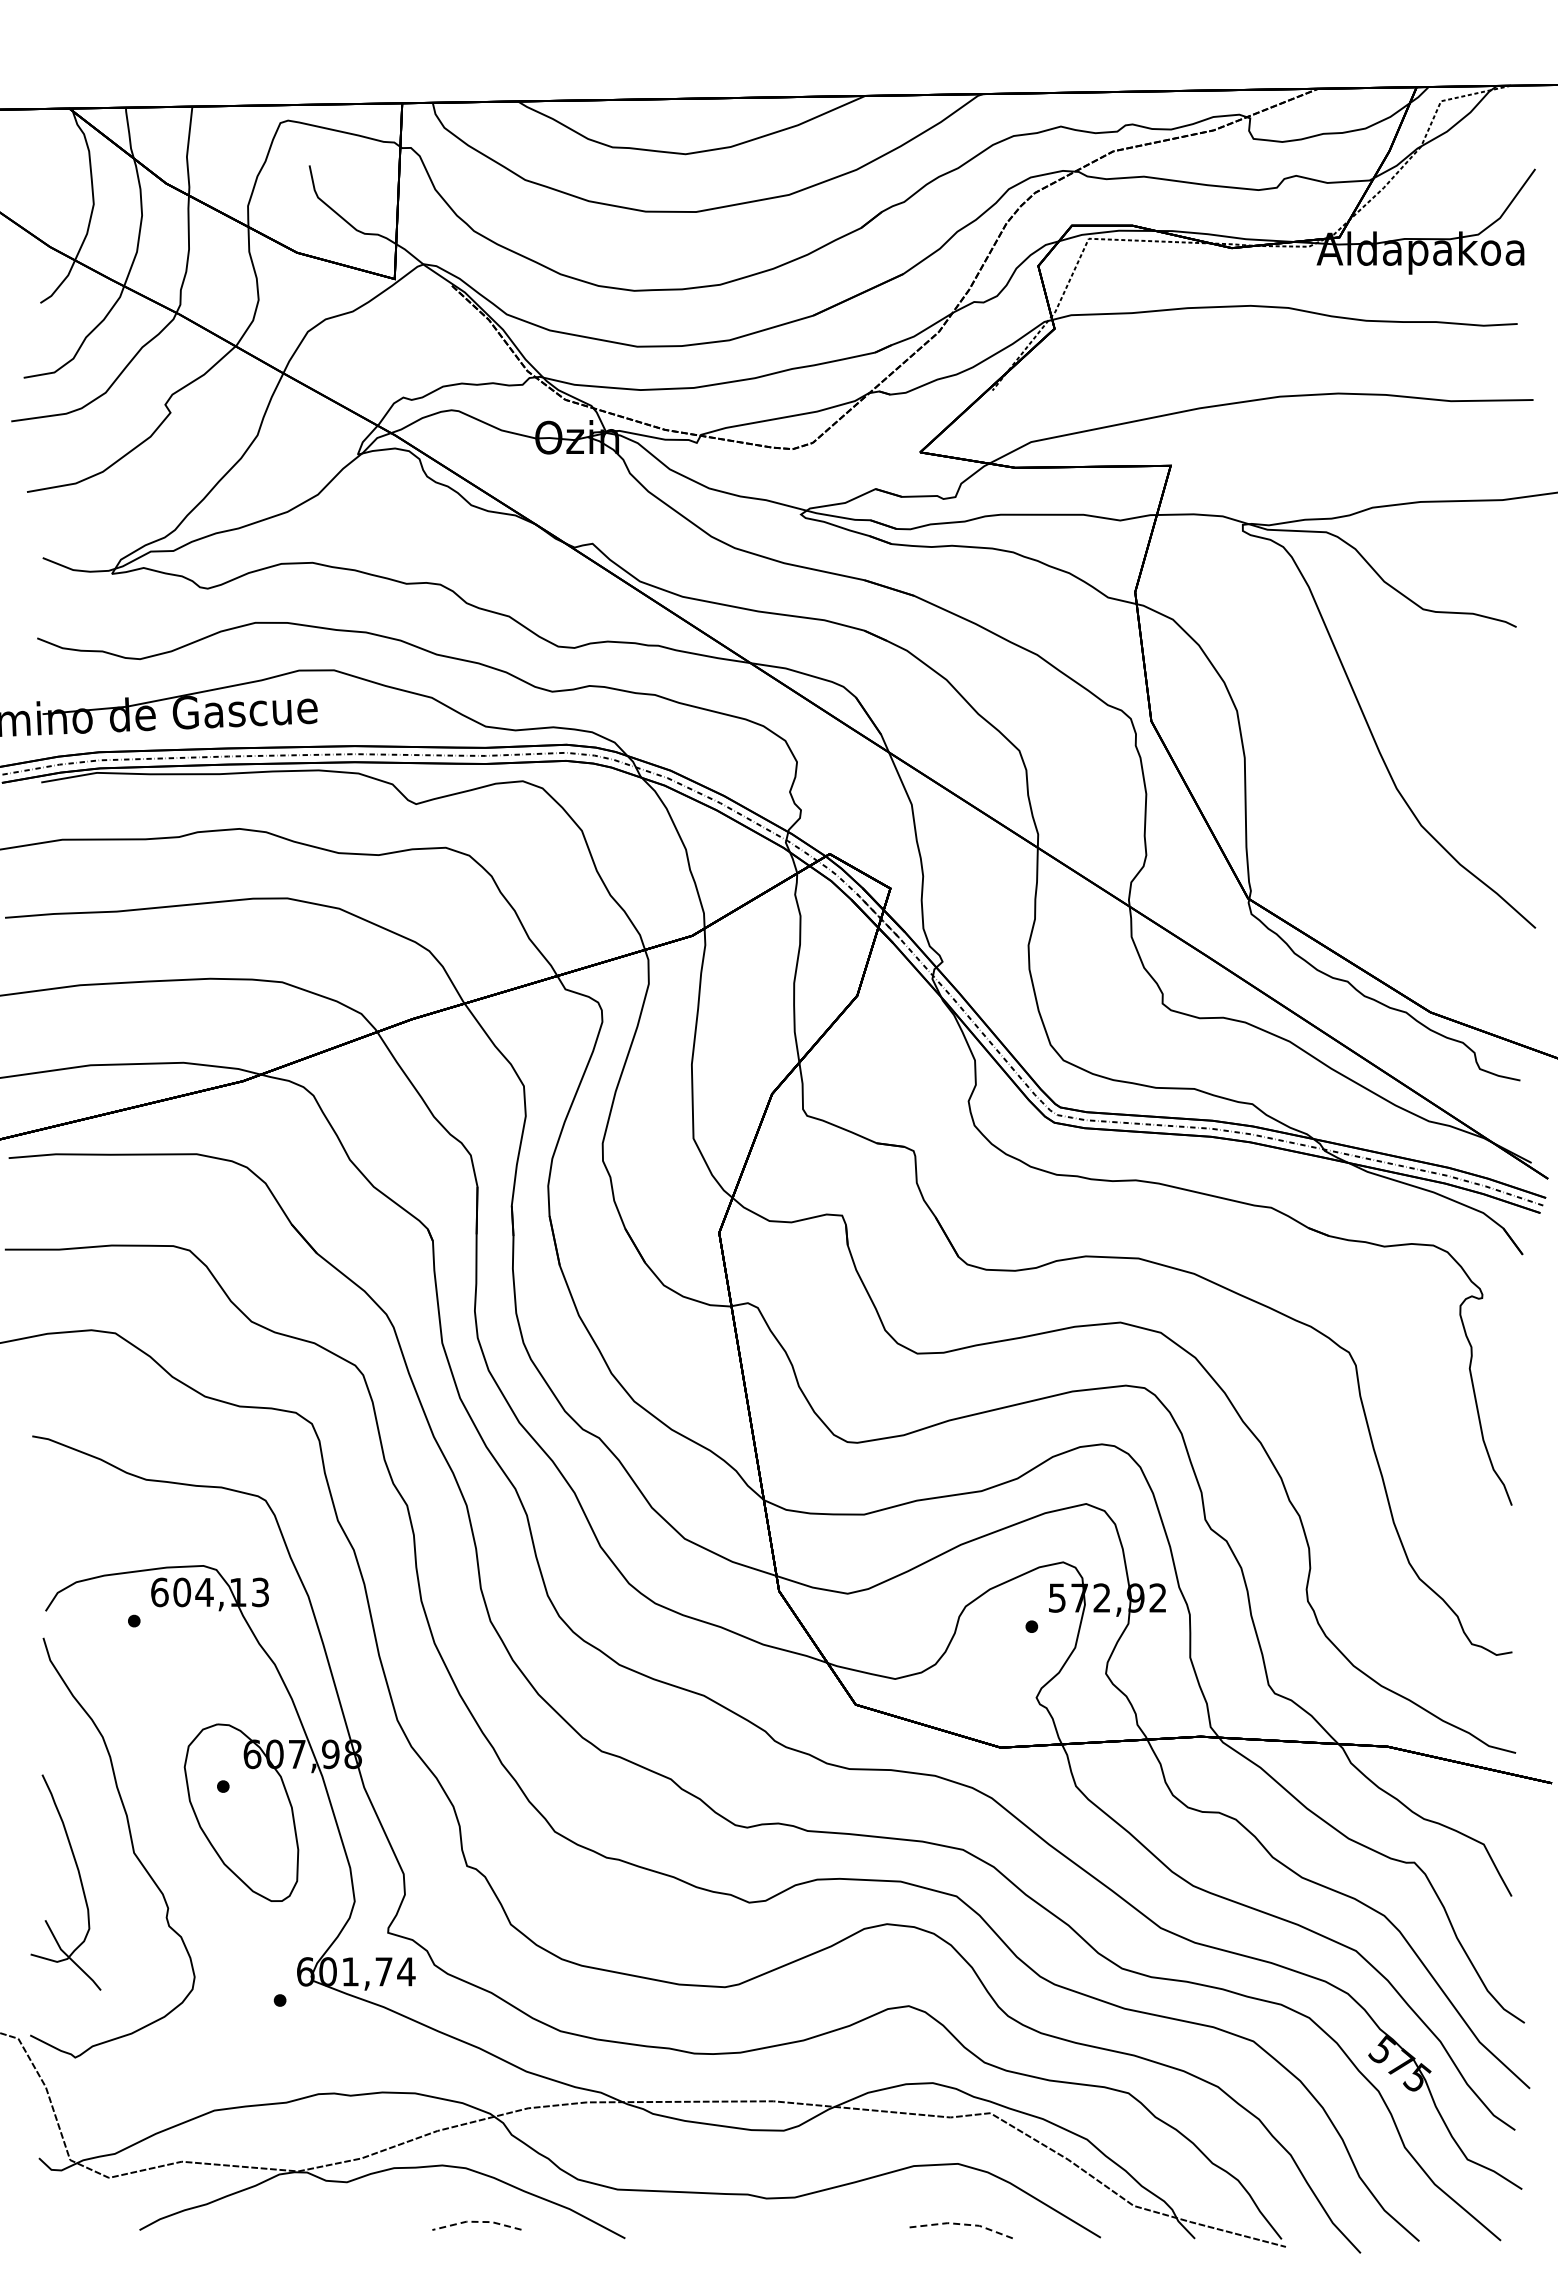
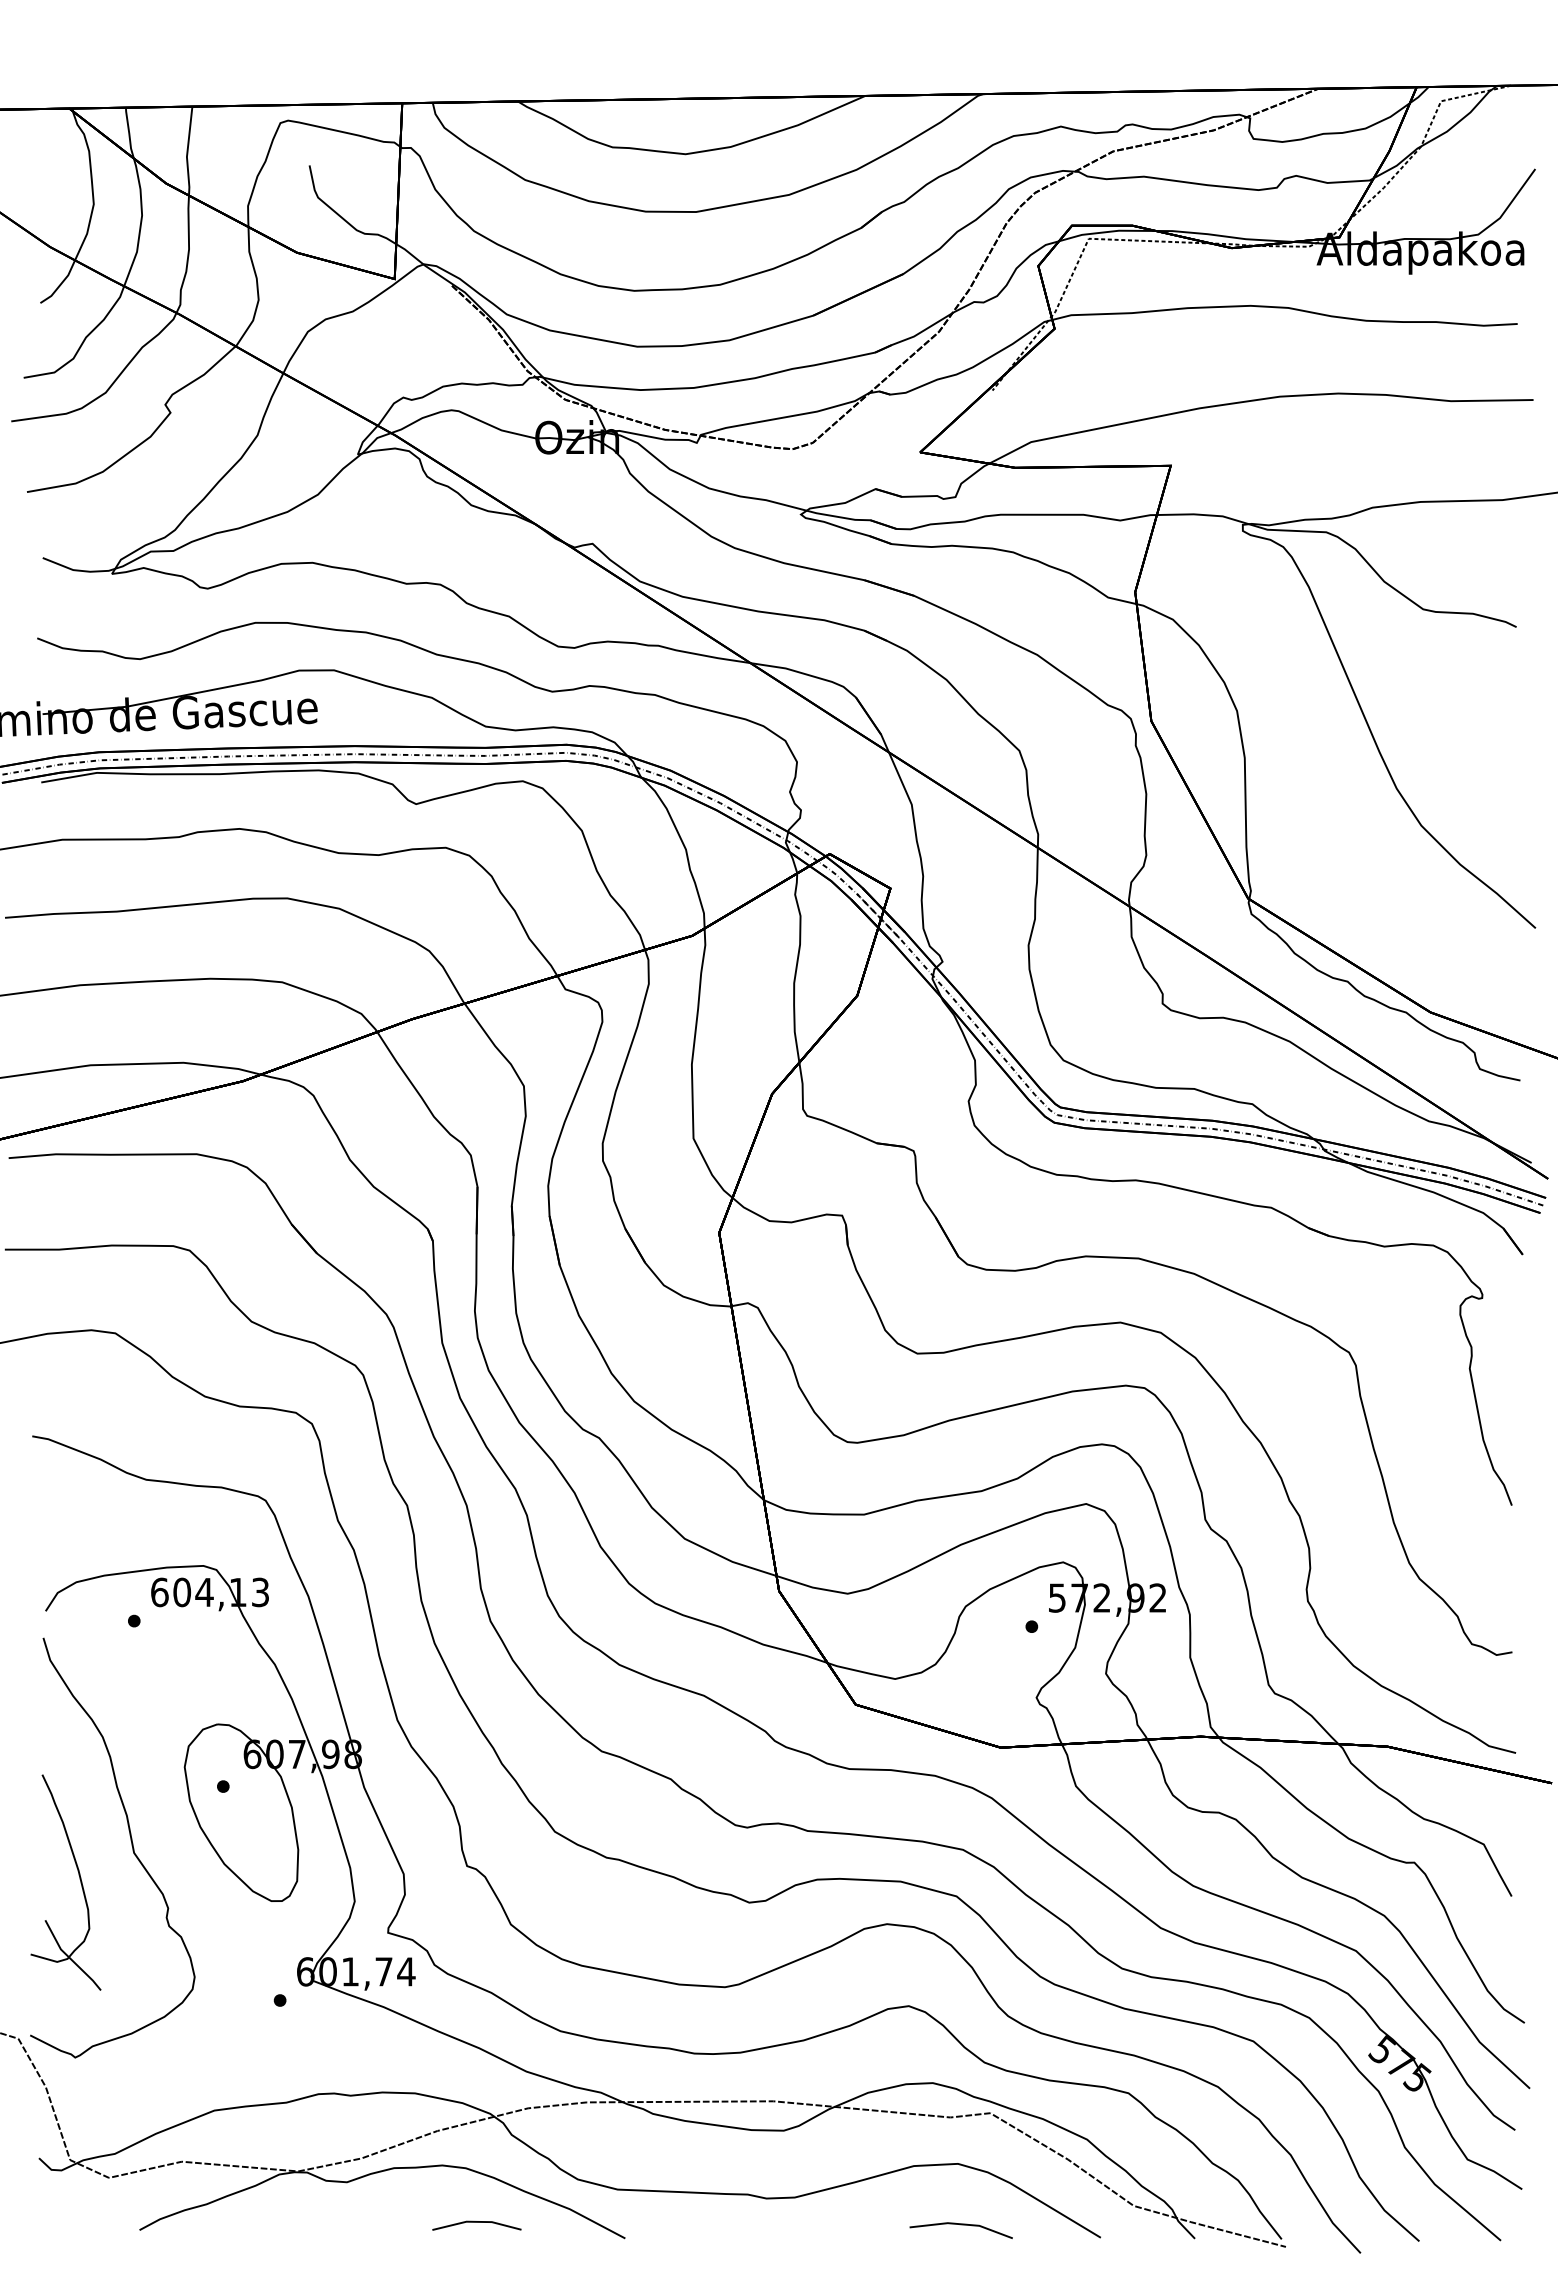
line at (476, 2221): dashed -> solid
line at (961, 2224): dashed -> solid
